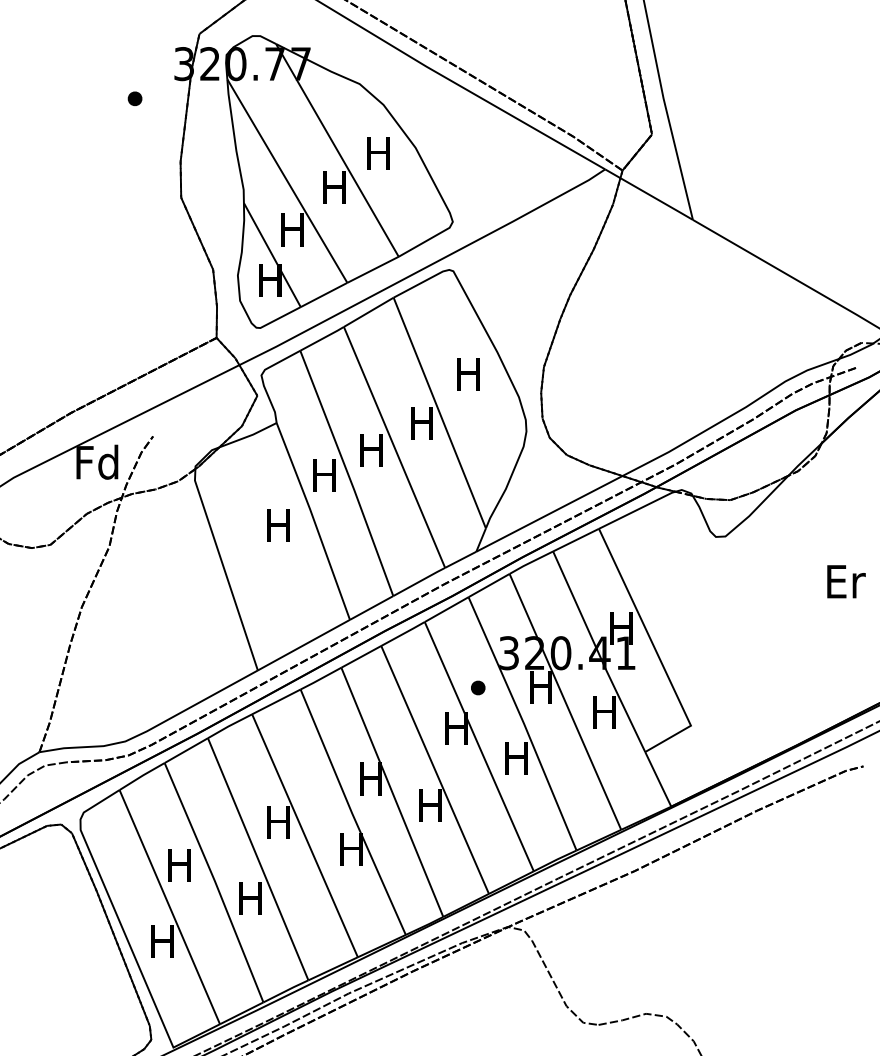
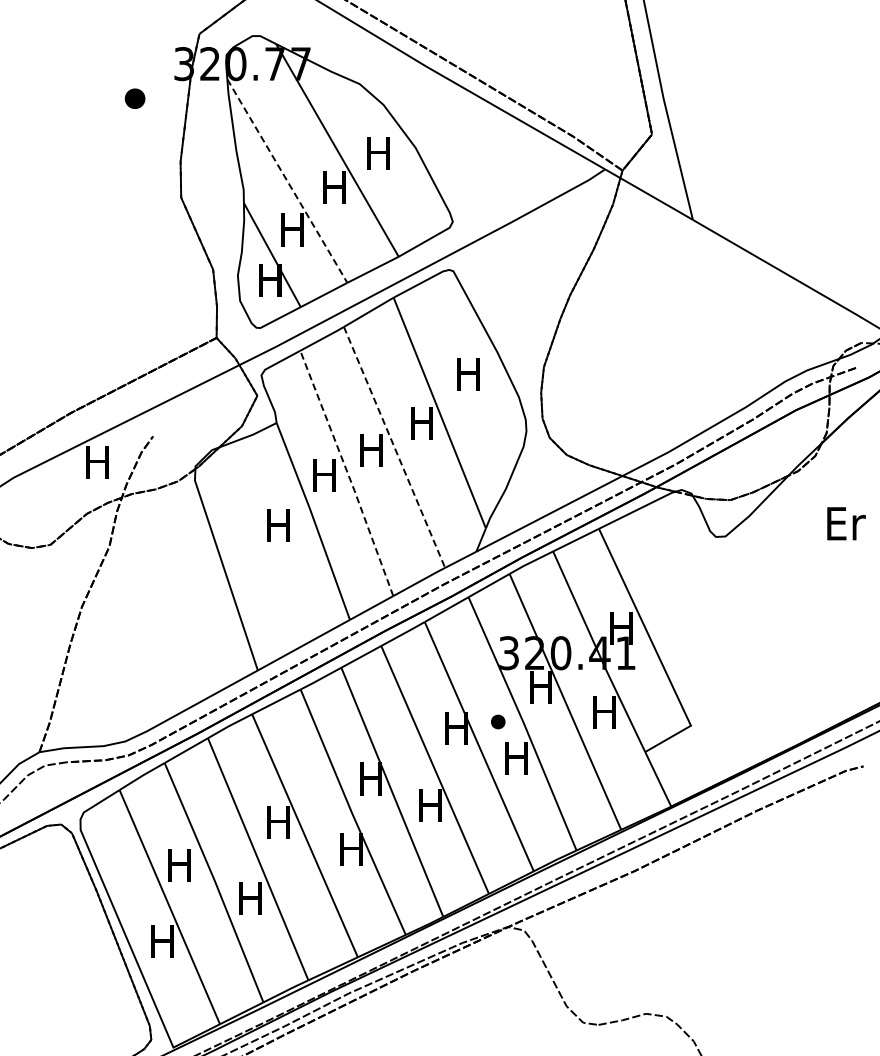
part at (134, 98) size: 16x16 px -> 22x21 px
line at (287, 181): solid -> dashed
line at (394, 447): solid -> dashed
text at (97, 461): Fd -> H
line at (347, 473): solid -> dashed
text at (846, 581) position: (846, 581) -> (846, 523)
part at (478, 687) position: (478, 687) -> (498, 721)
